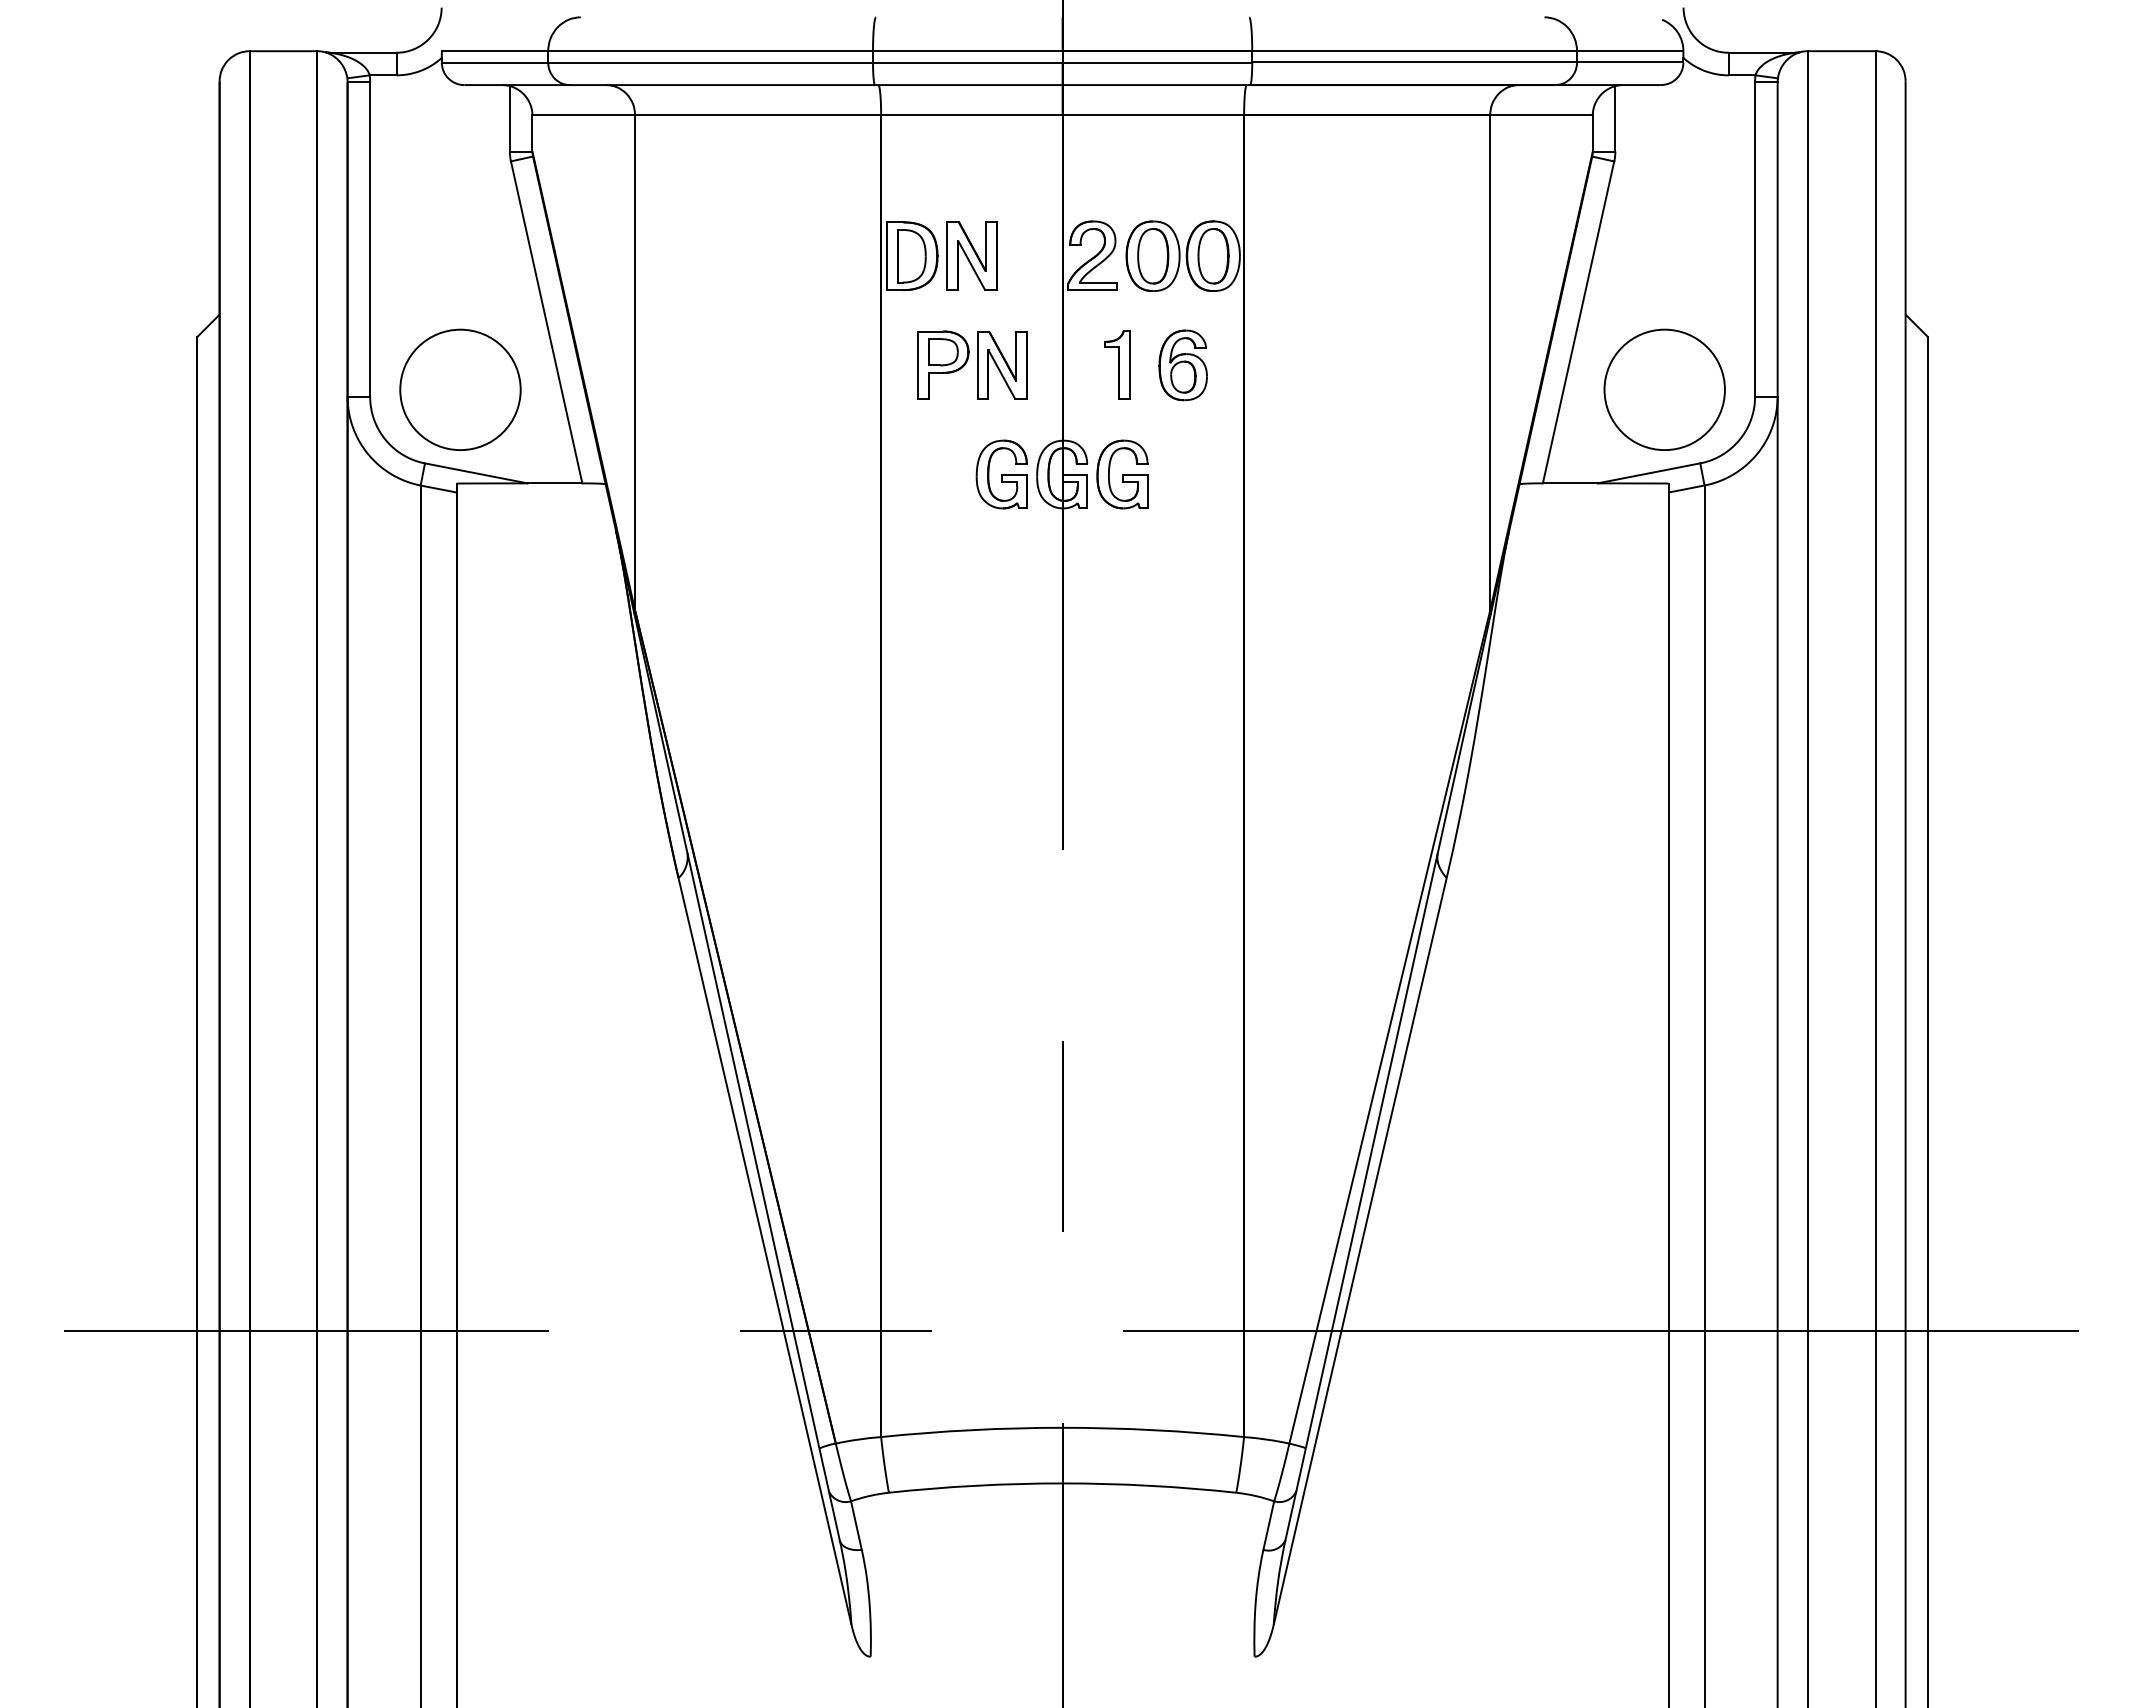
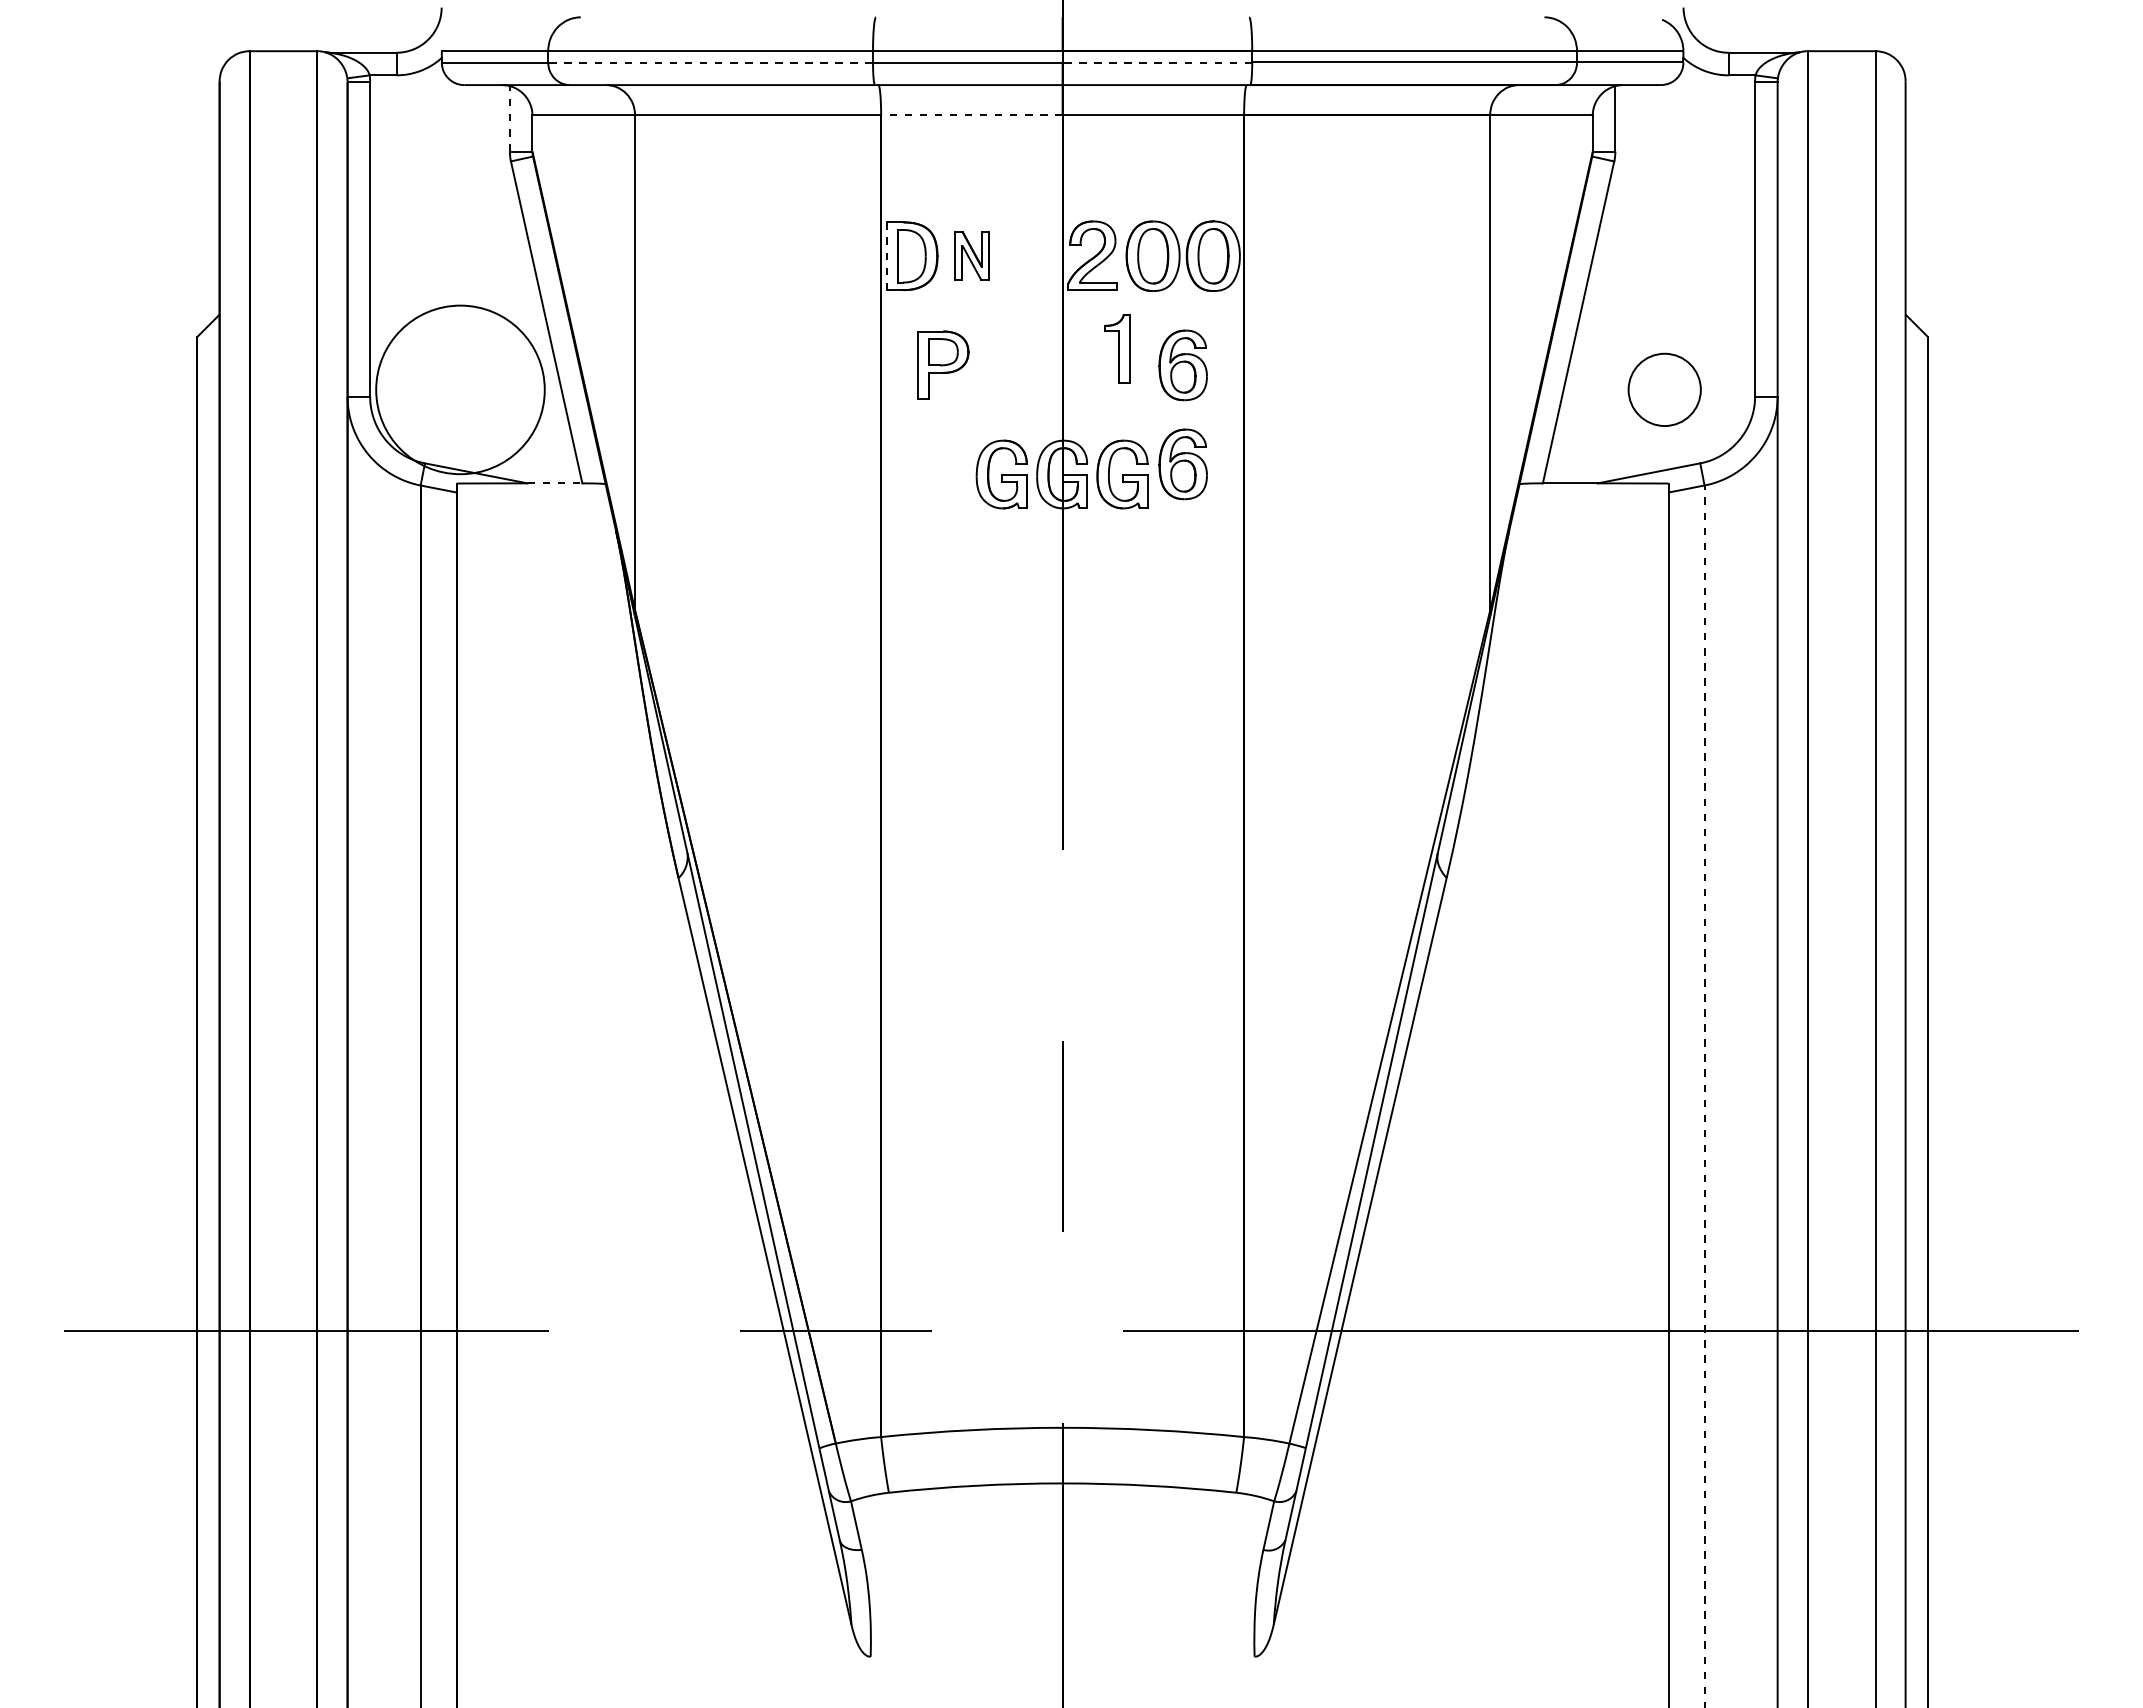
line at (710, 62): solid -> dashed
line at (1157, 62): solid -> dashed
line at (971, 115): solid -> dashed
line at (509, 118): solid -> dashed
part at (971, 255) size: 52x70 px -> 36x50 px
line at (887, 256): solid -> dashed
part at (1117, 364) position: (1117, 364) -> (1117, 348)
part at (1002, 365): present -> none
circle at (460, 389) diameter: 120 px -> 169 px
circle at (1664, 389) diameter: 120 px -> 72 px
part at (1182, 464): none -> present
line at (555, 483): solid -> dashed
line at (1704, 1096): solid -> dashed
